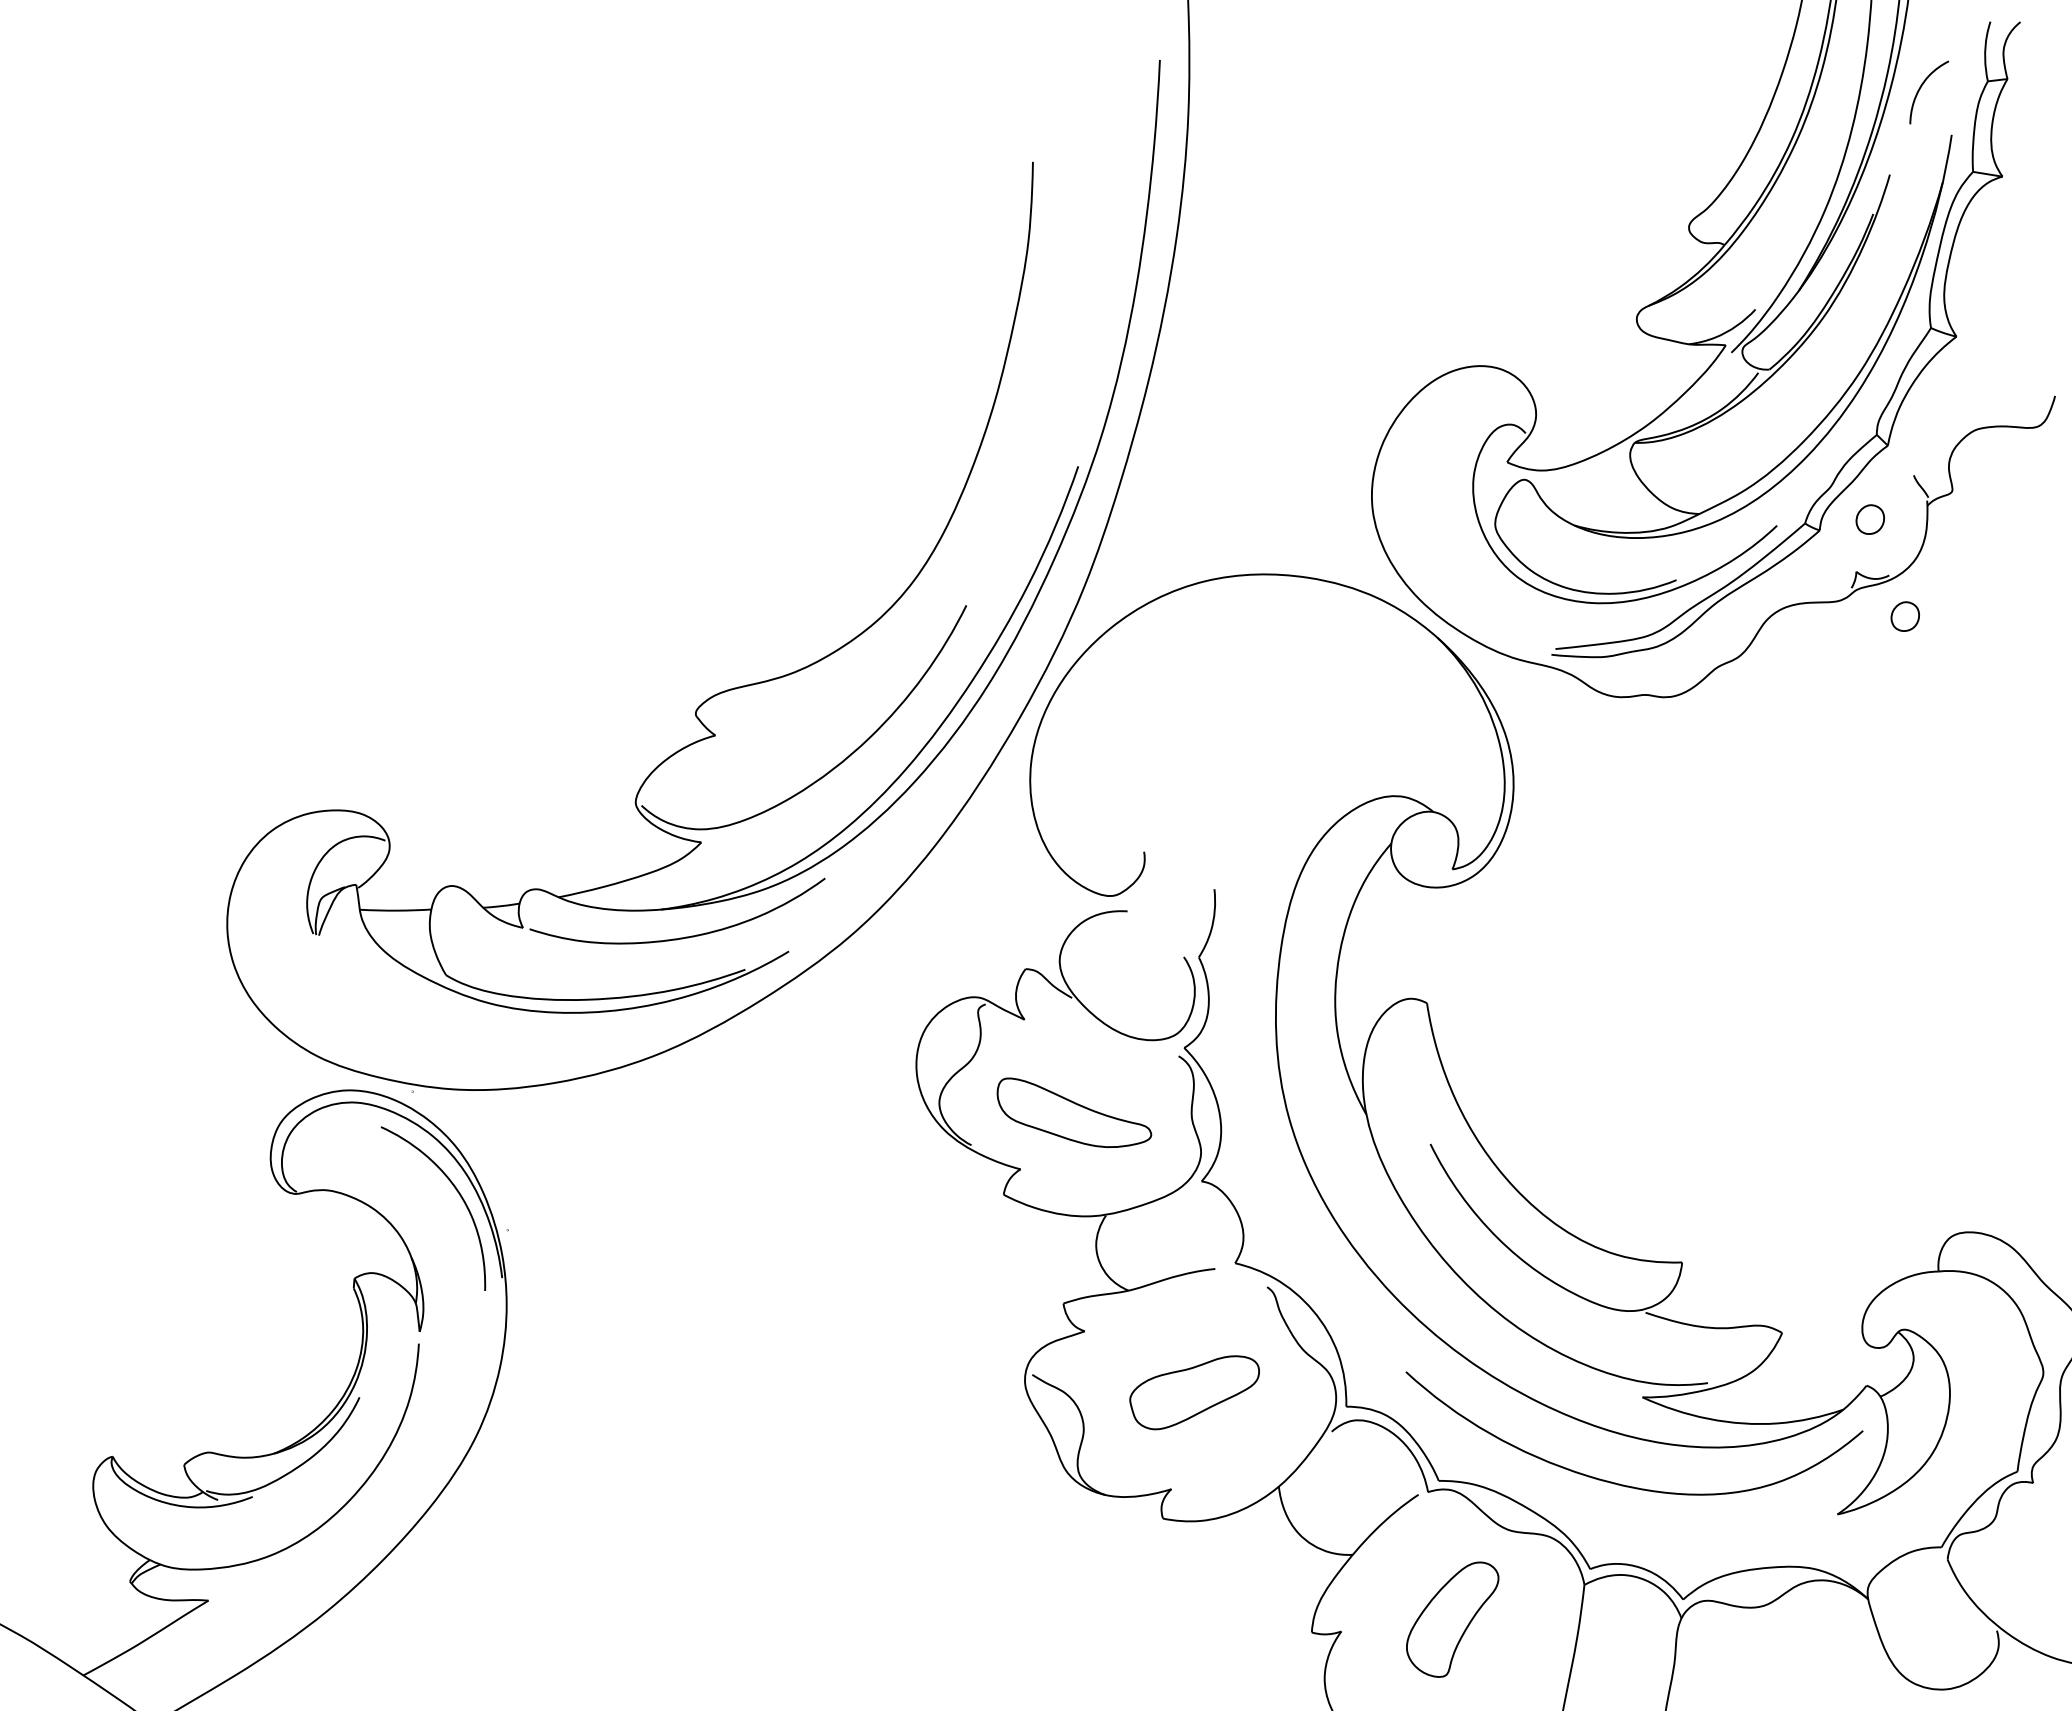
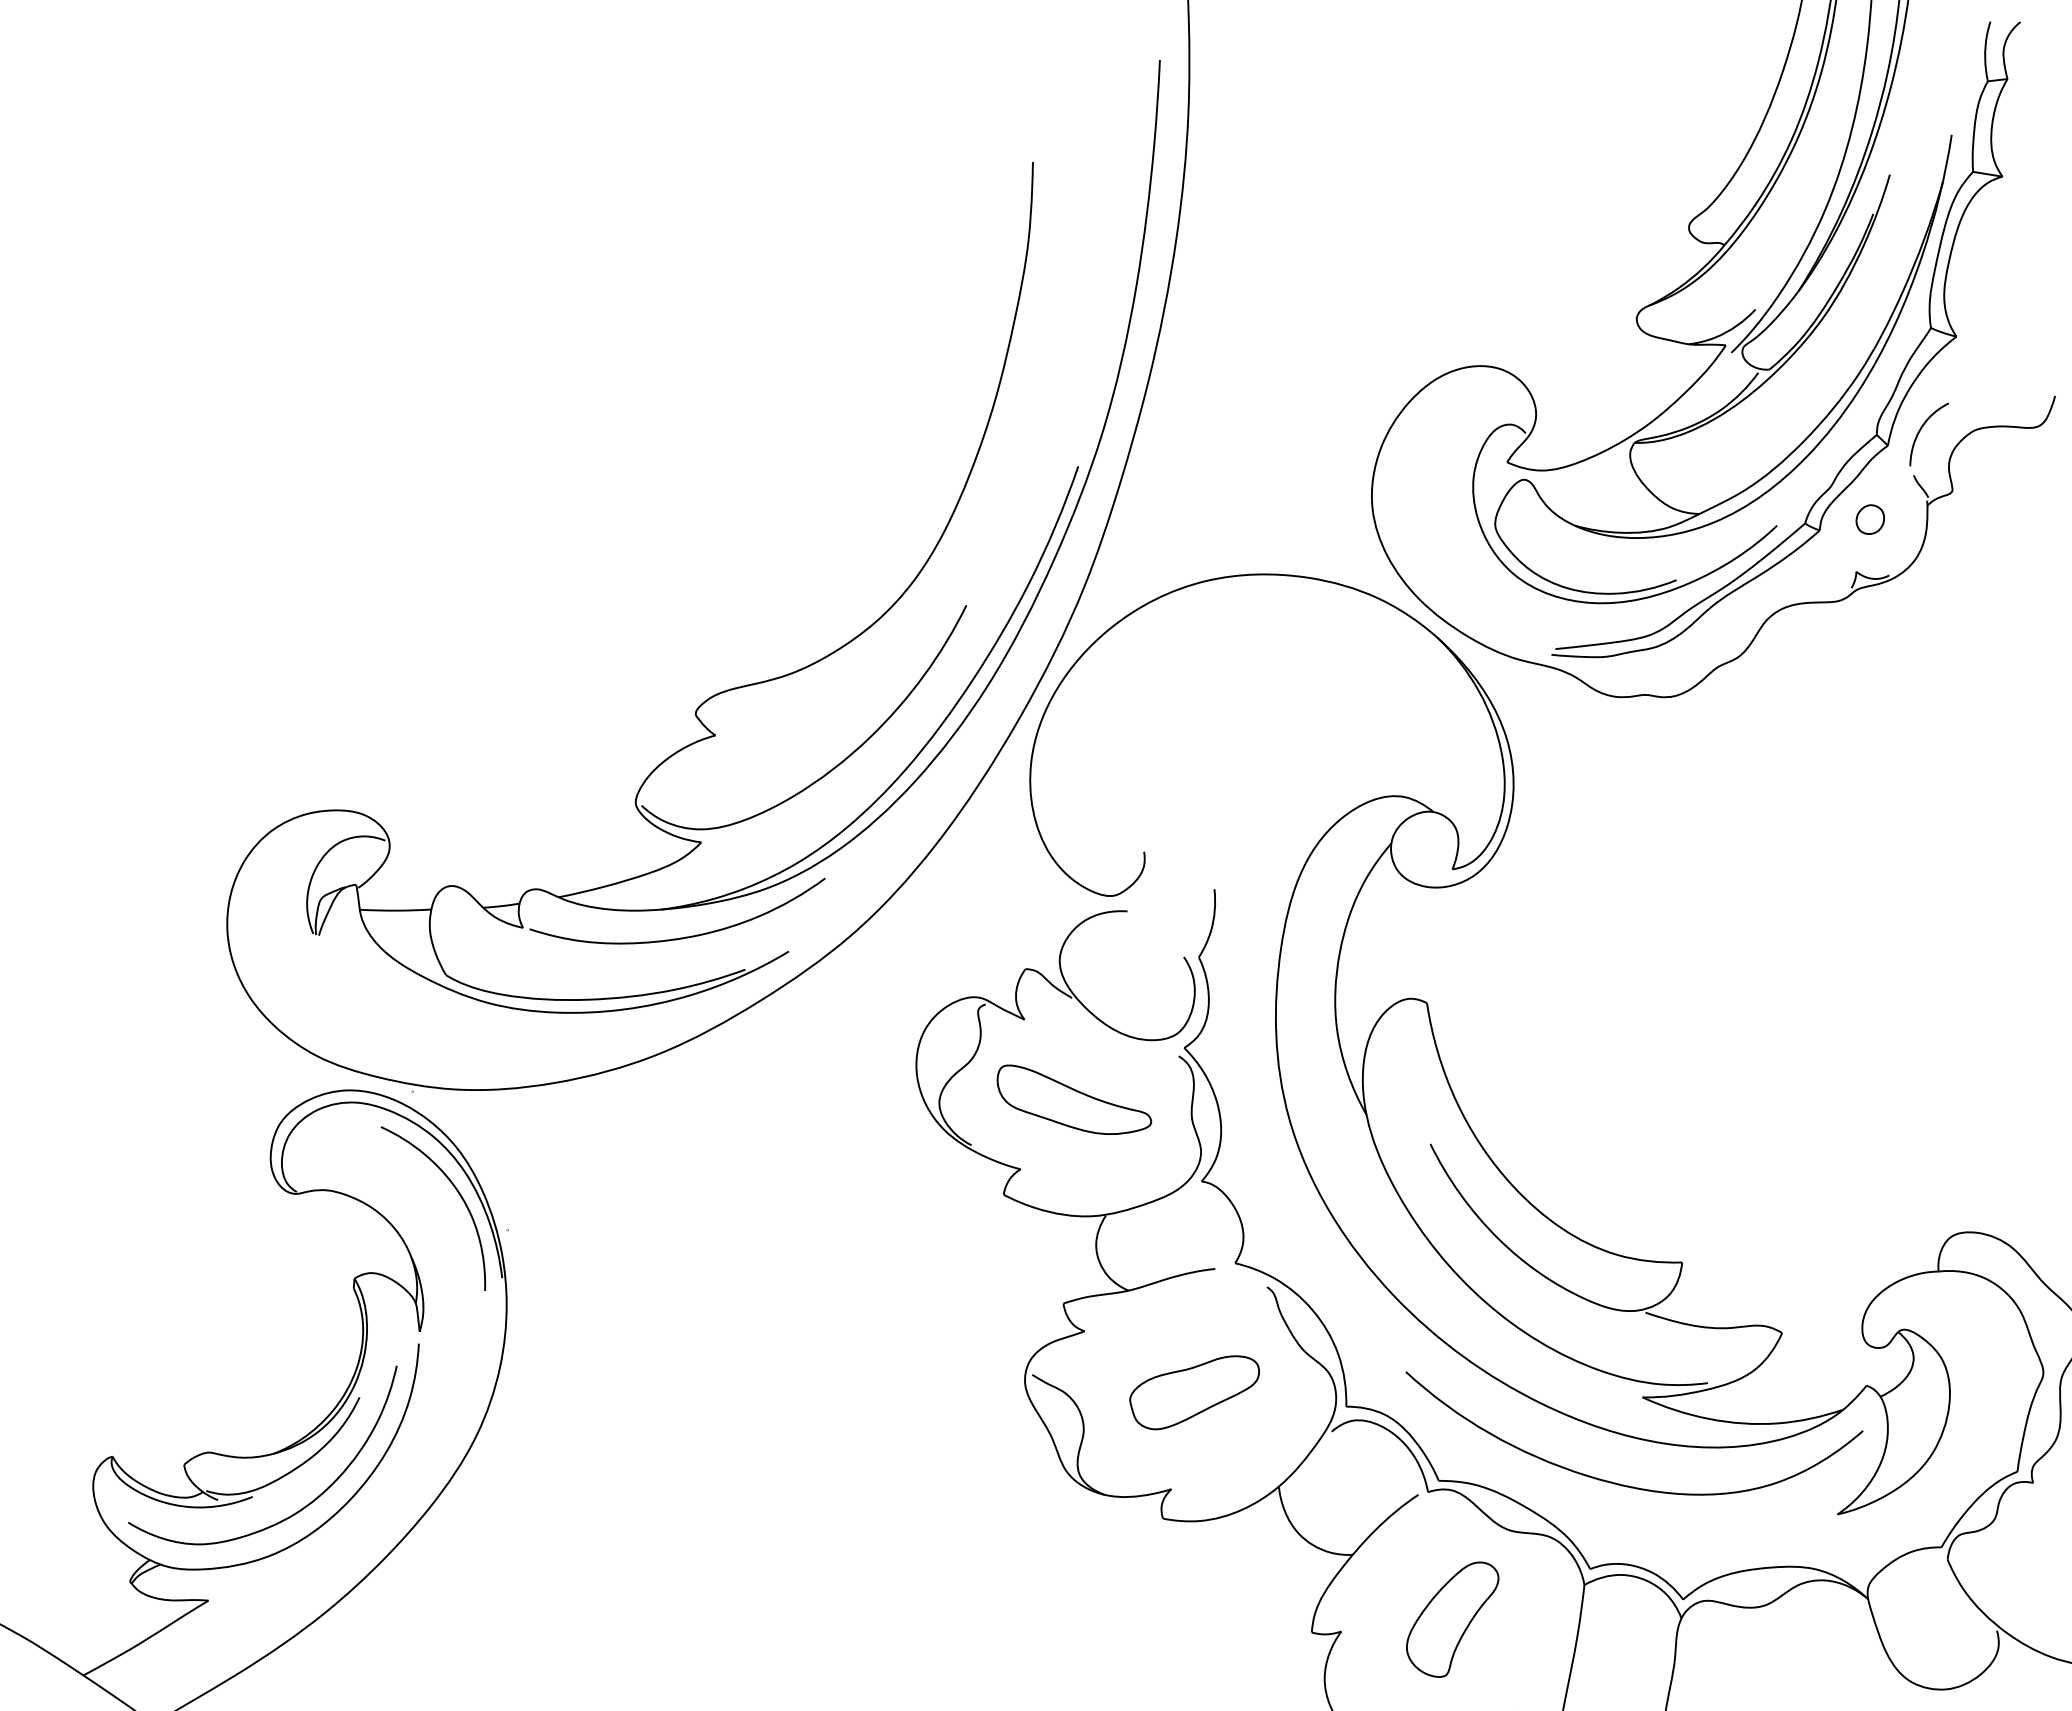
curve at (1922, 86) position: (1922, 86) -> (1922, 428)
part at (1904, 616): present -> none
part at (1074, 1112) position: (1074, 1112) -> (1074, 1099)
curve at (298, 1510): none -> present
